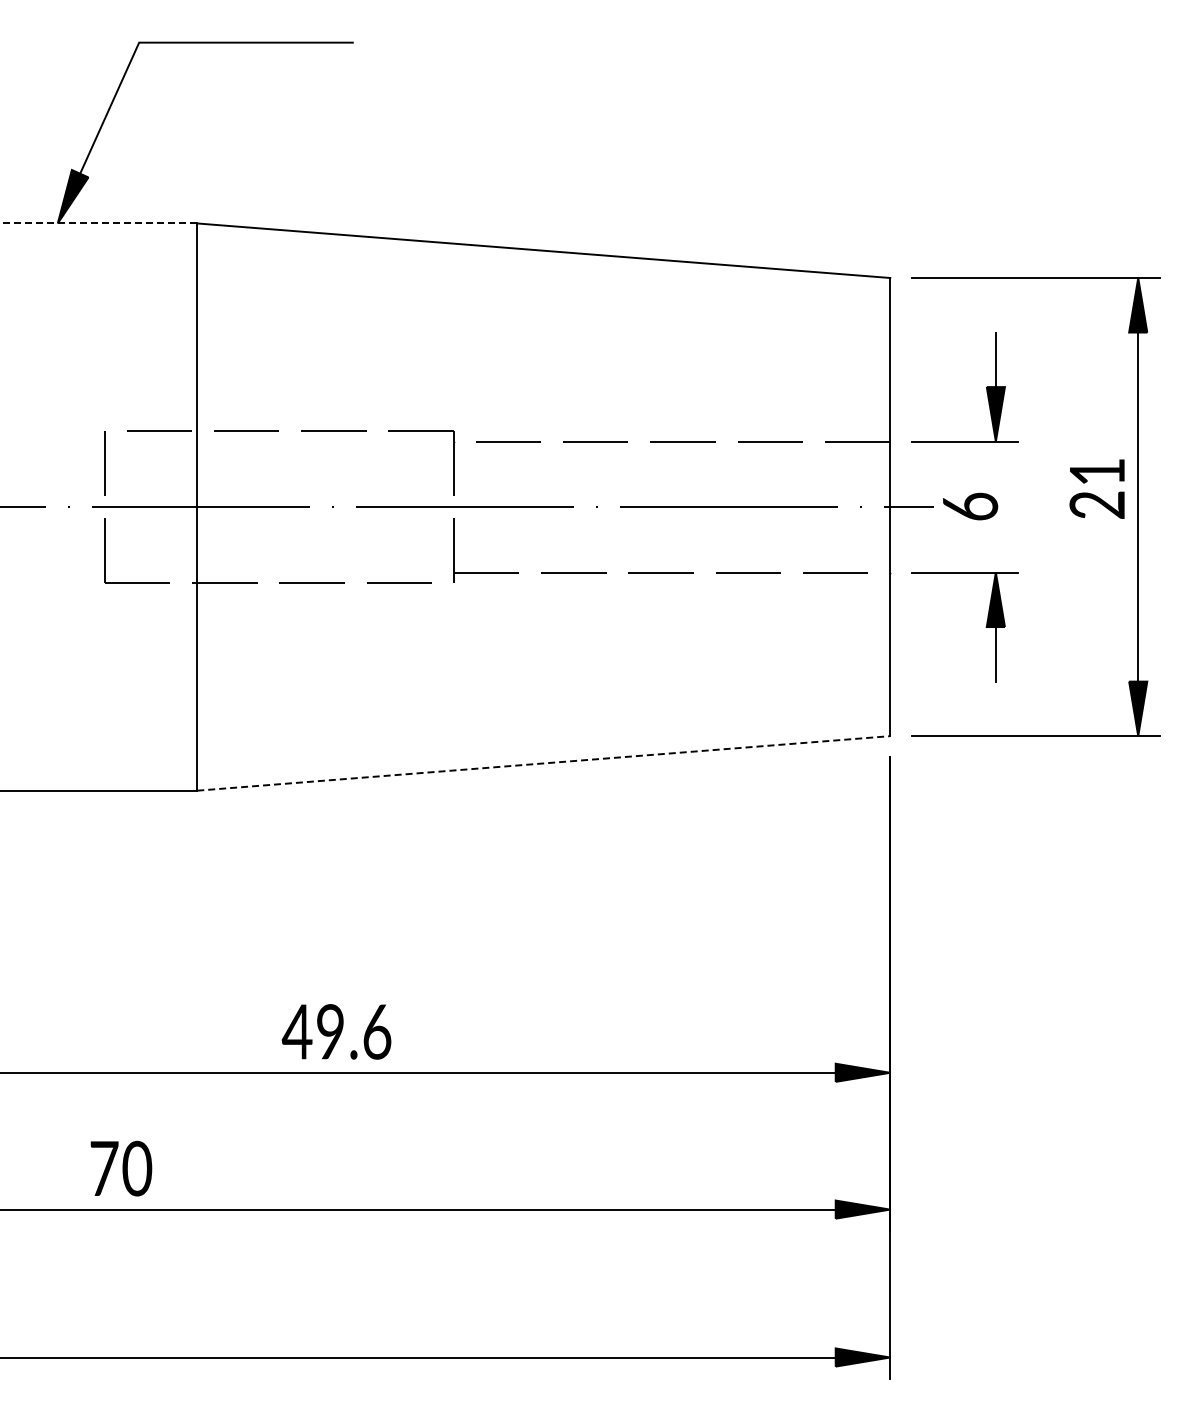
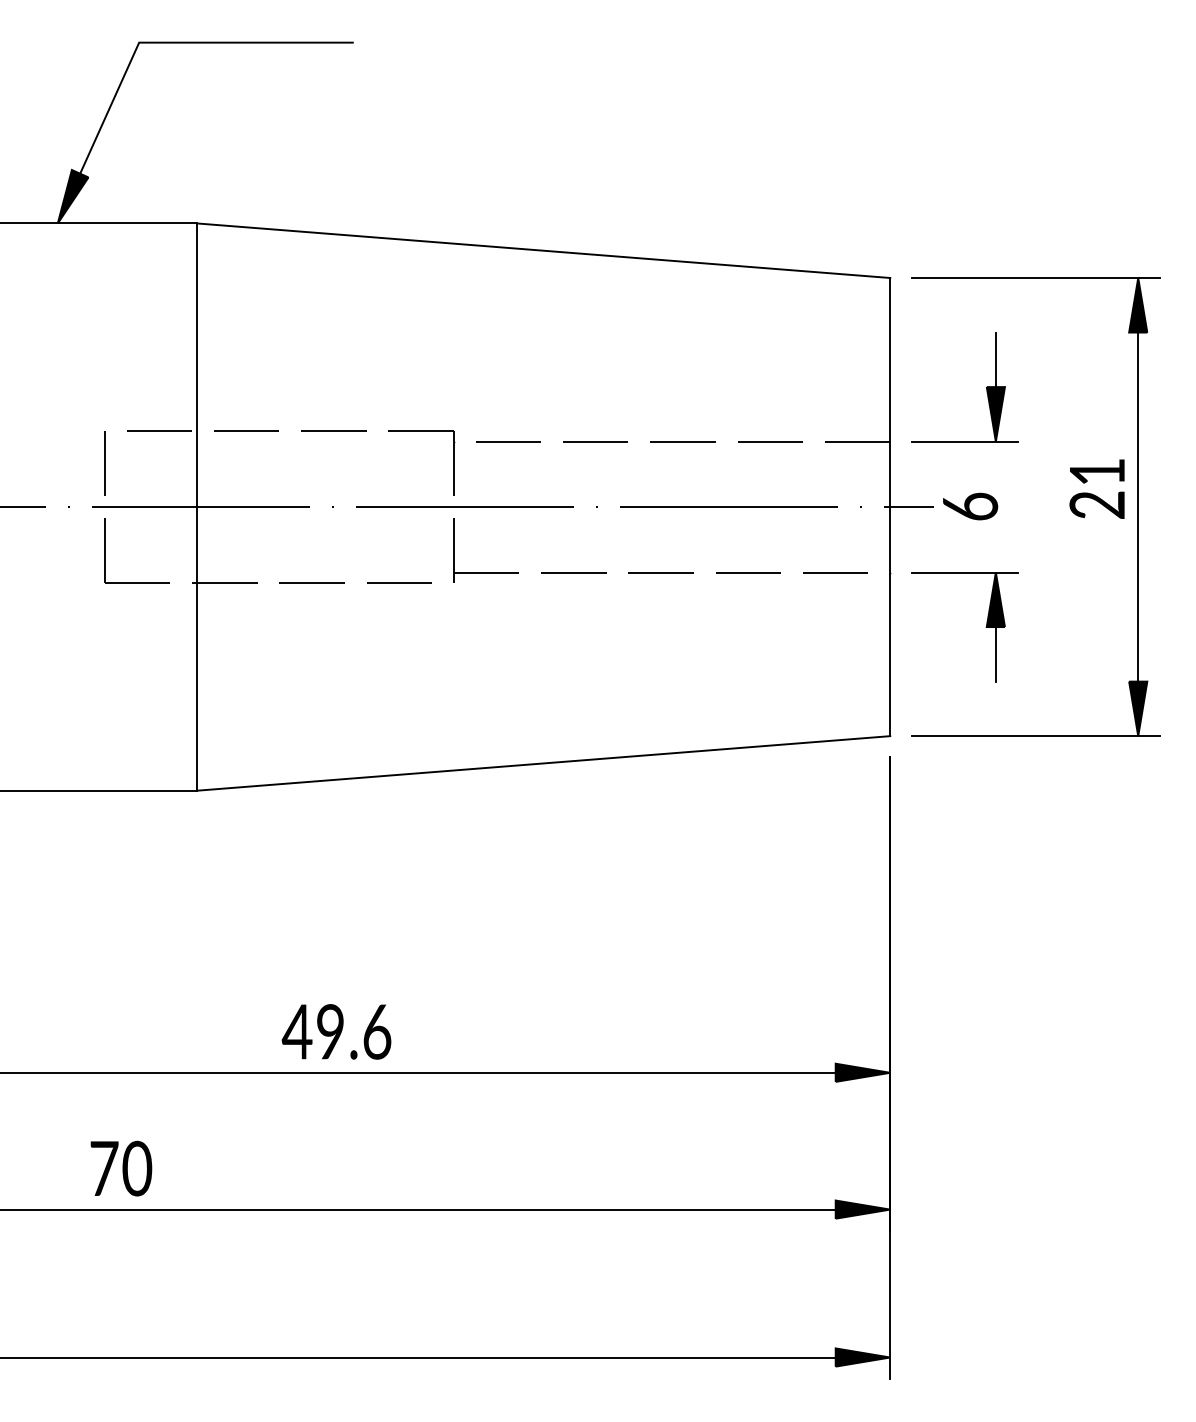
line at (98, 223): dashed -> solid
line at (543, 763): dashed -> solid
